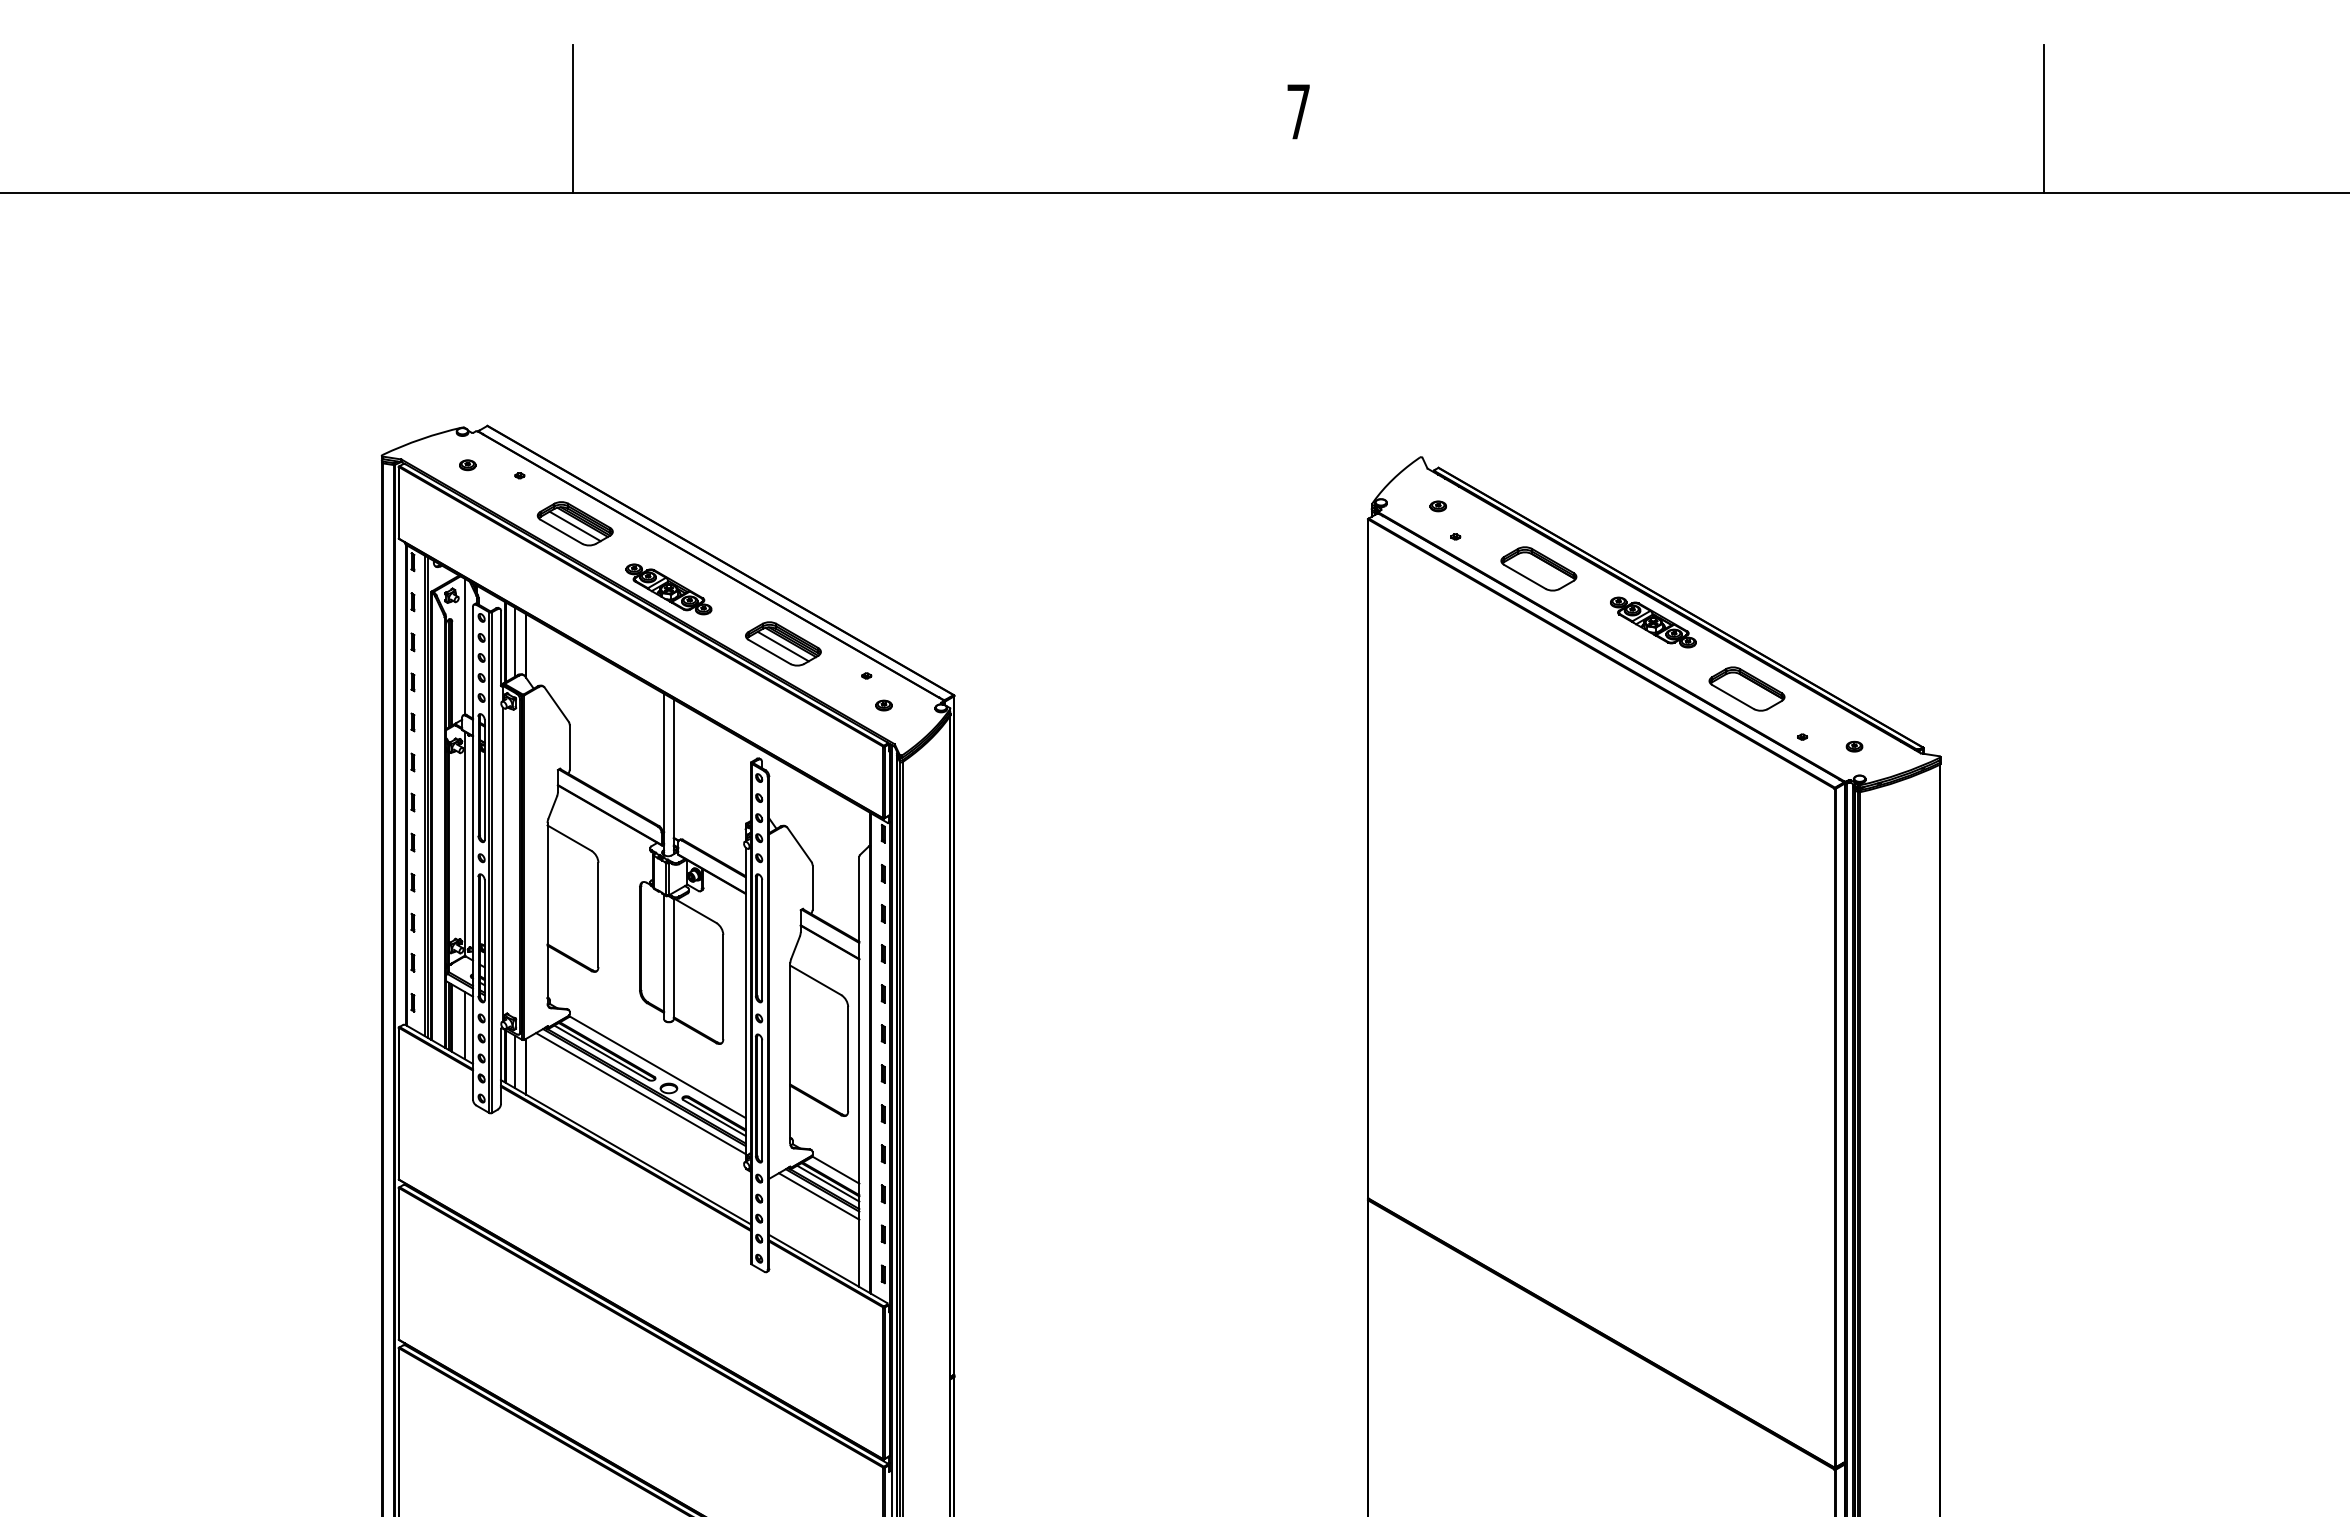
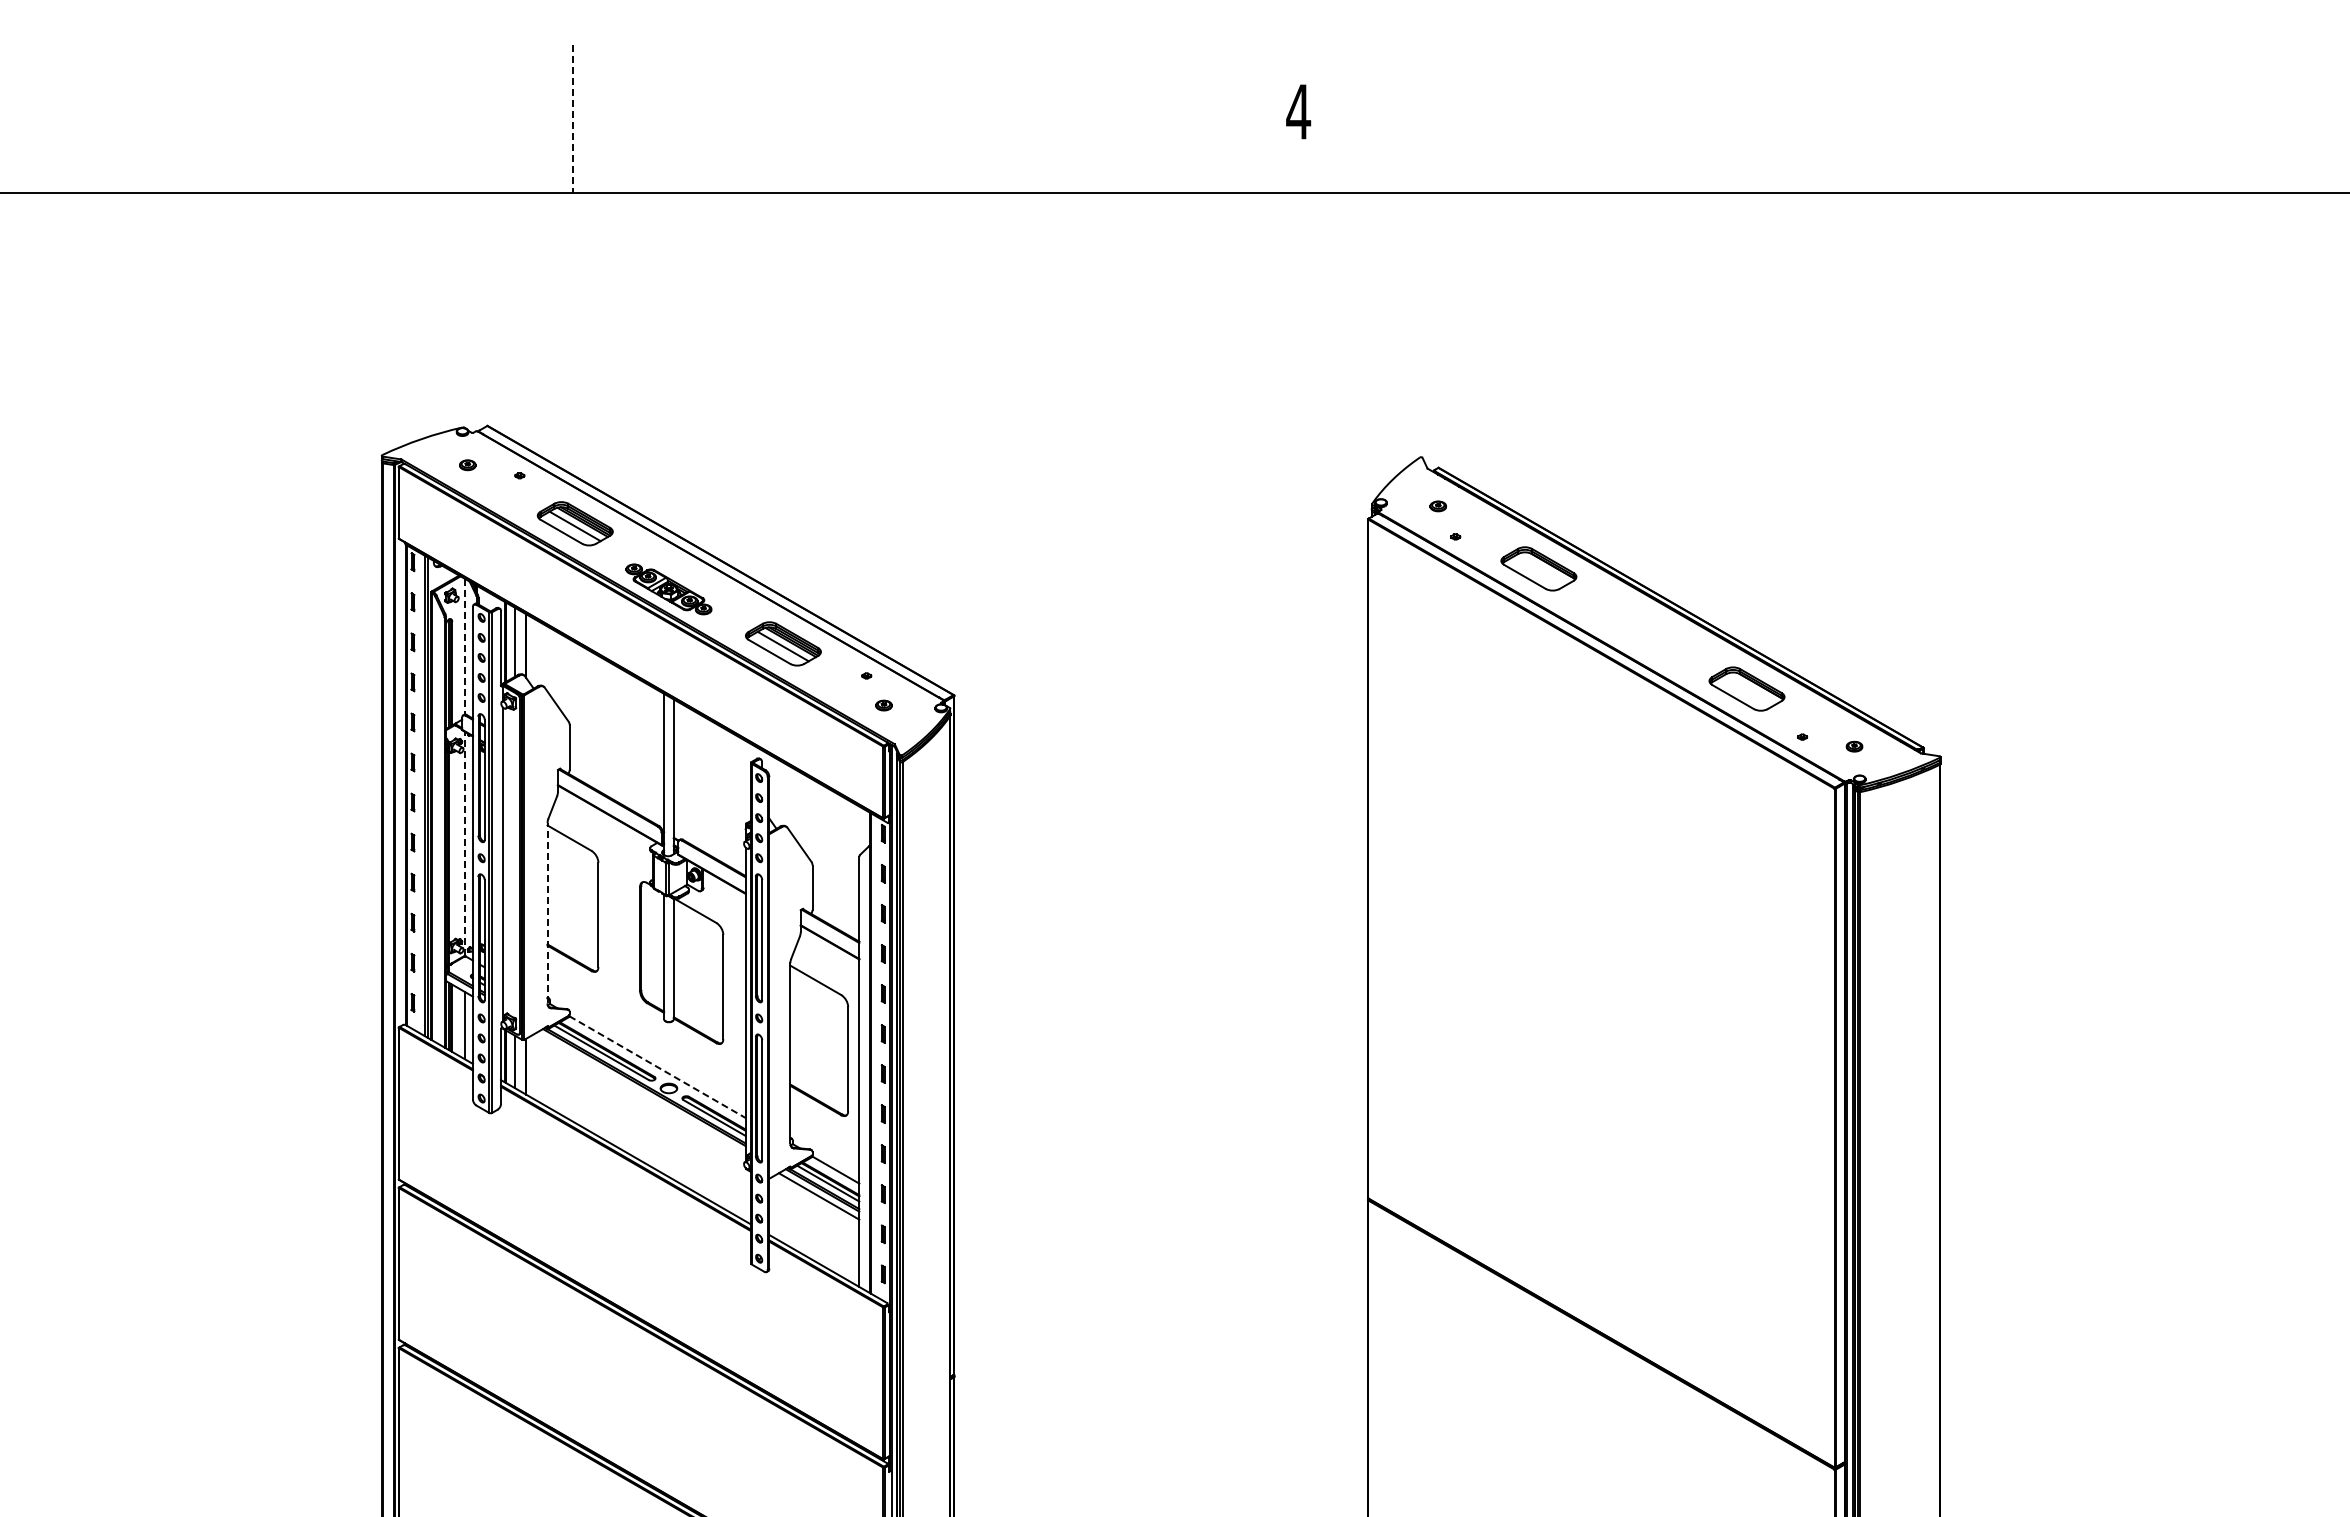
text at (1298, 111): 7 -> 4
line at (2044, 118): present -> none
line at (572, 119): solid -> dashed
part at (1653, 622): present -> none
line at (464, 646): solid -> dashed
line at (465, 843): solid -> dashed
line at (547, 912): solid -> dashed
line at (657, 1067): solid -> dashed
line at (640, 1093): present -> none
